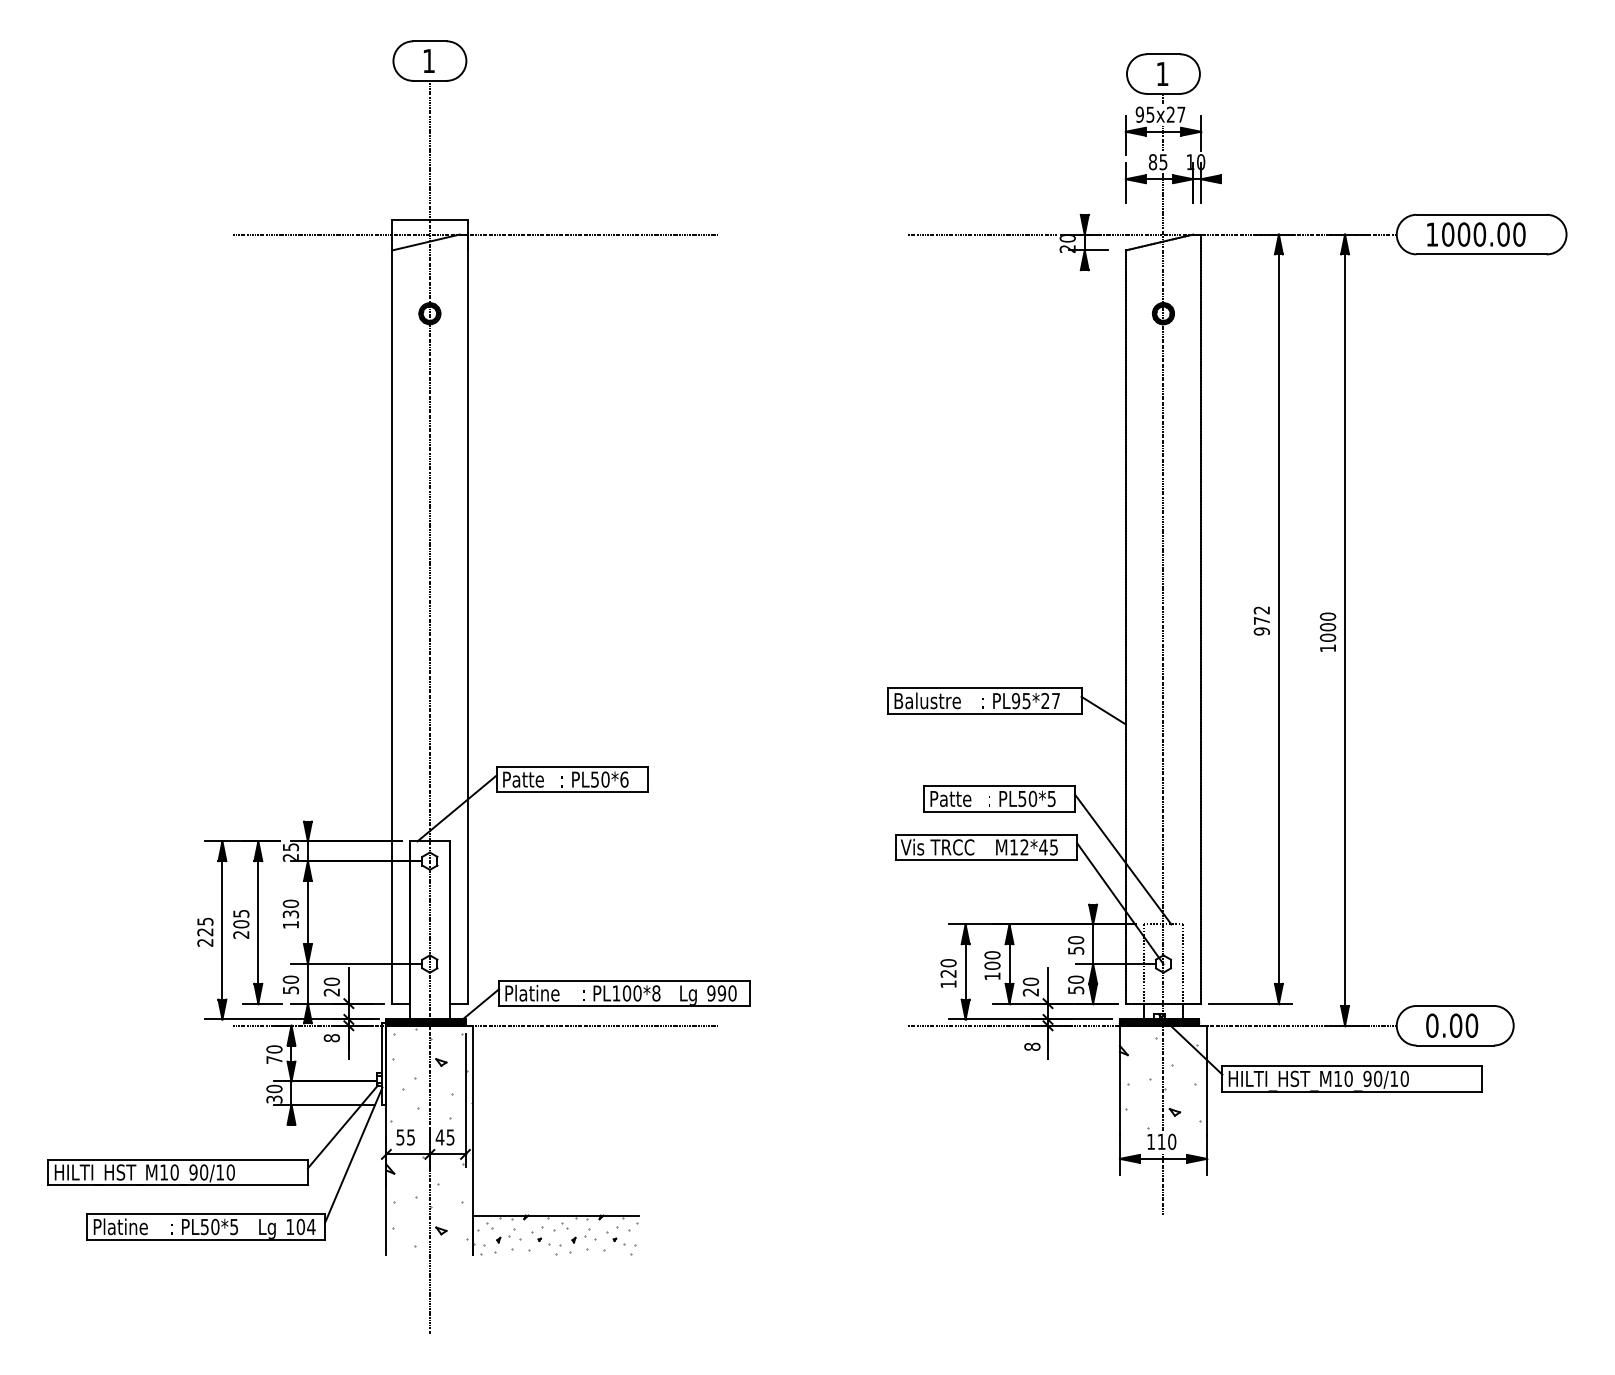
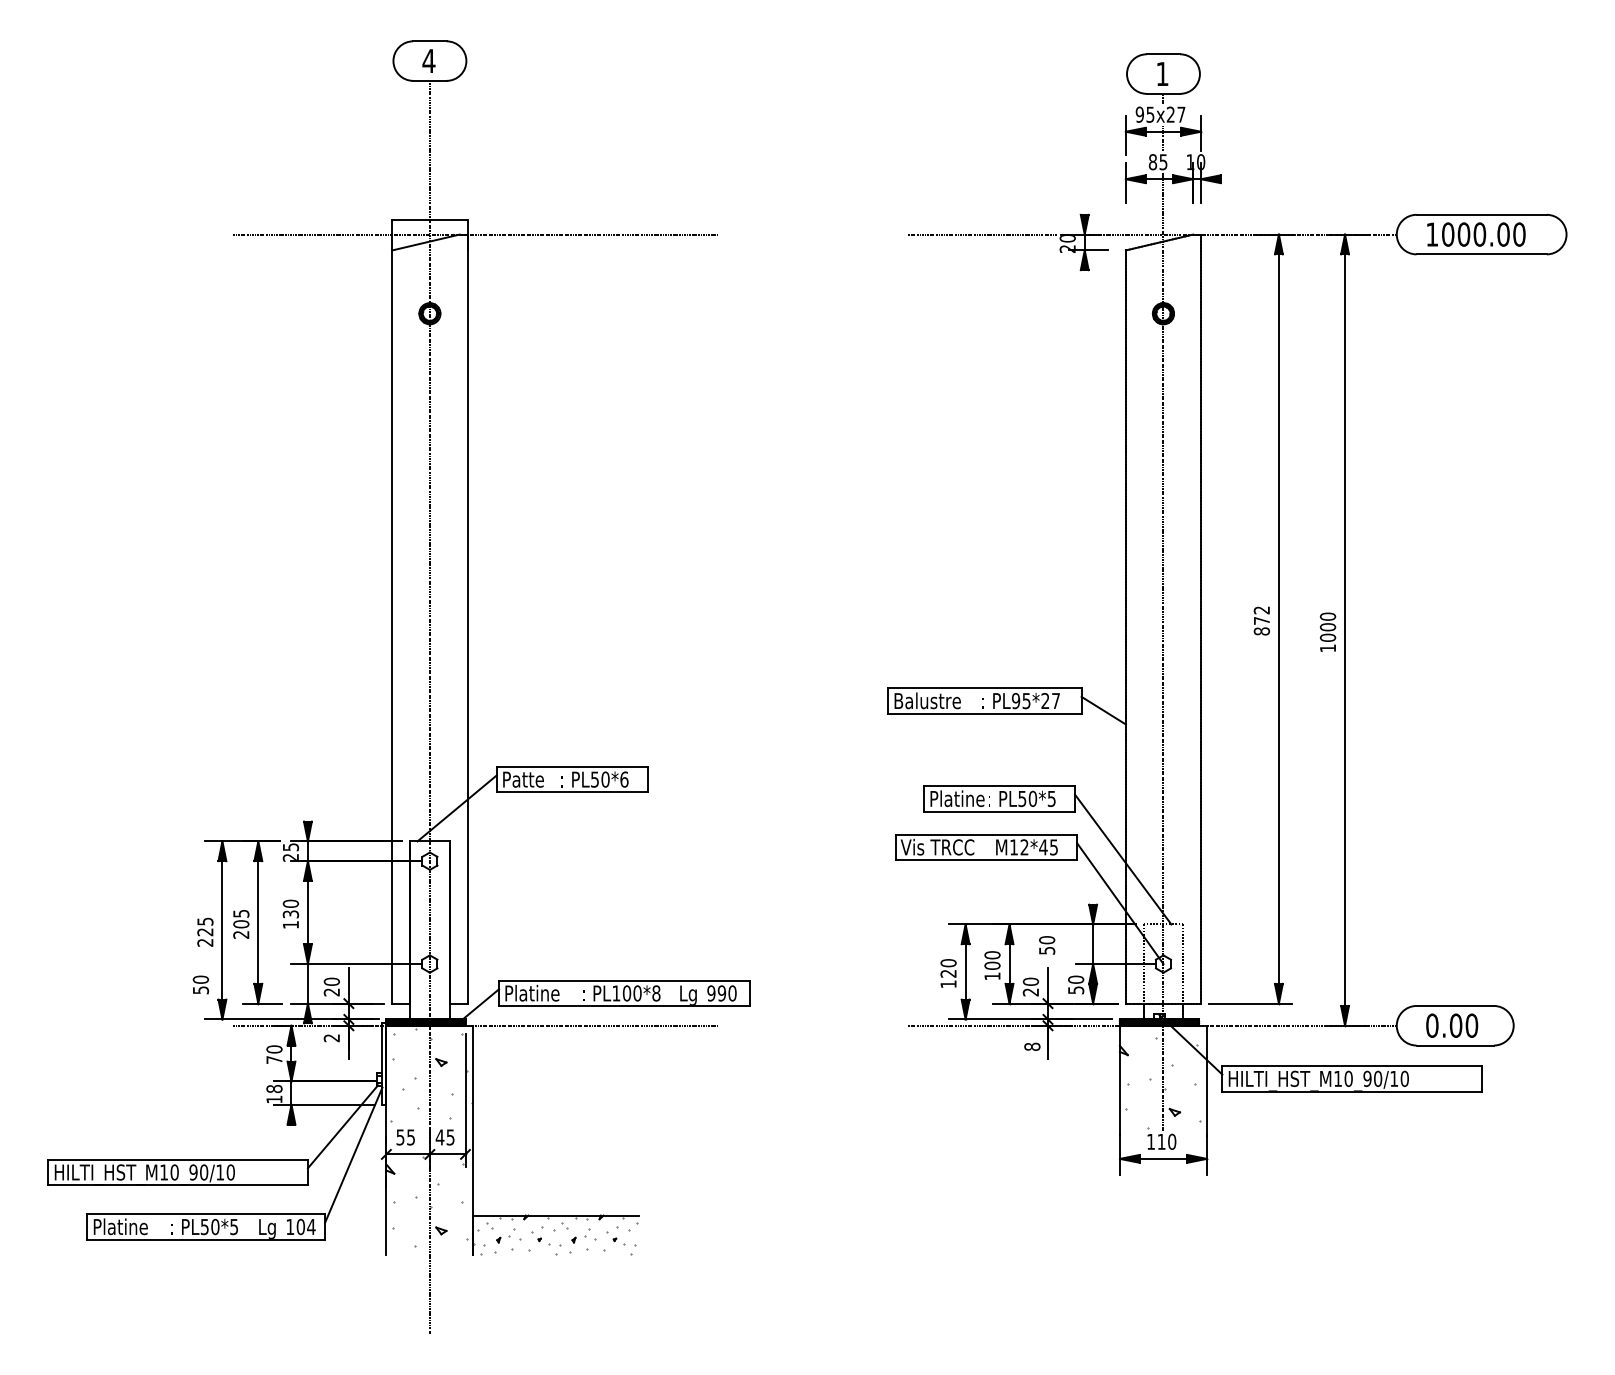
text at (428, 60): 1 -> 4
text at (1261, 631): 972 -> 872
text at (962, 798): Patte -> Platine
text at (1076, 945) position: (1076, 945) -> (1047, 945)
text at (290, 984) position: (290, 984) -> (200, 984)
text at (331, 1038): 8 -> 2
text at (274, 1093): 30 -> 18
line at (1163, 1183): present -> none
